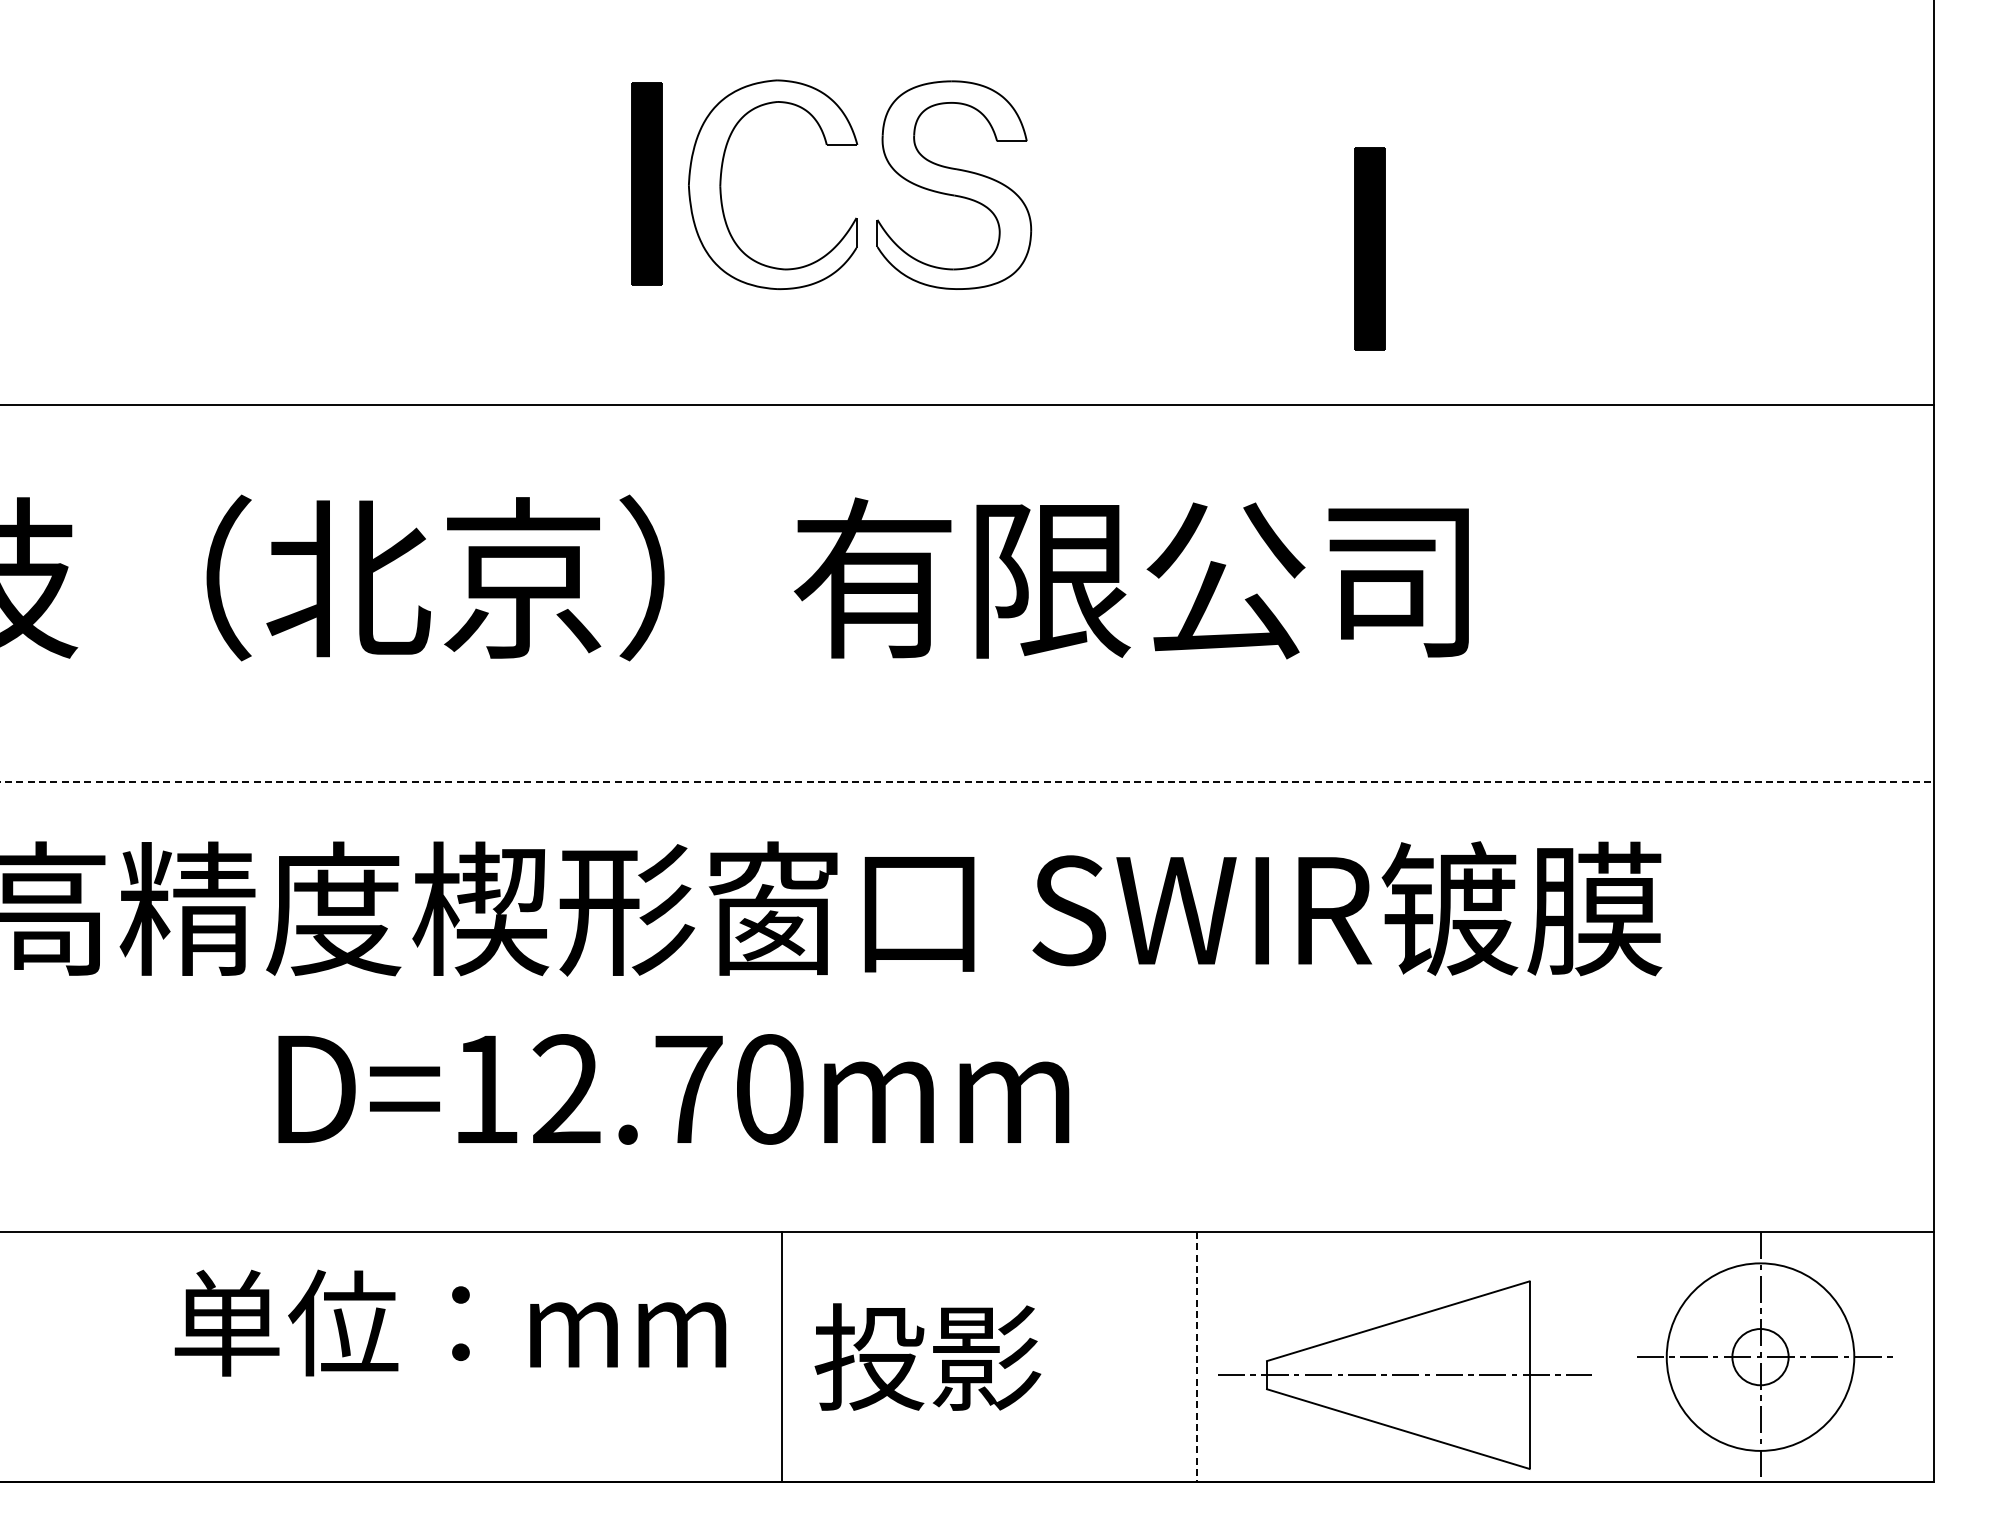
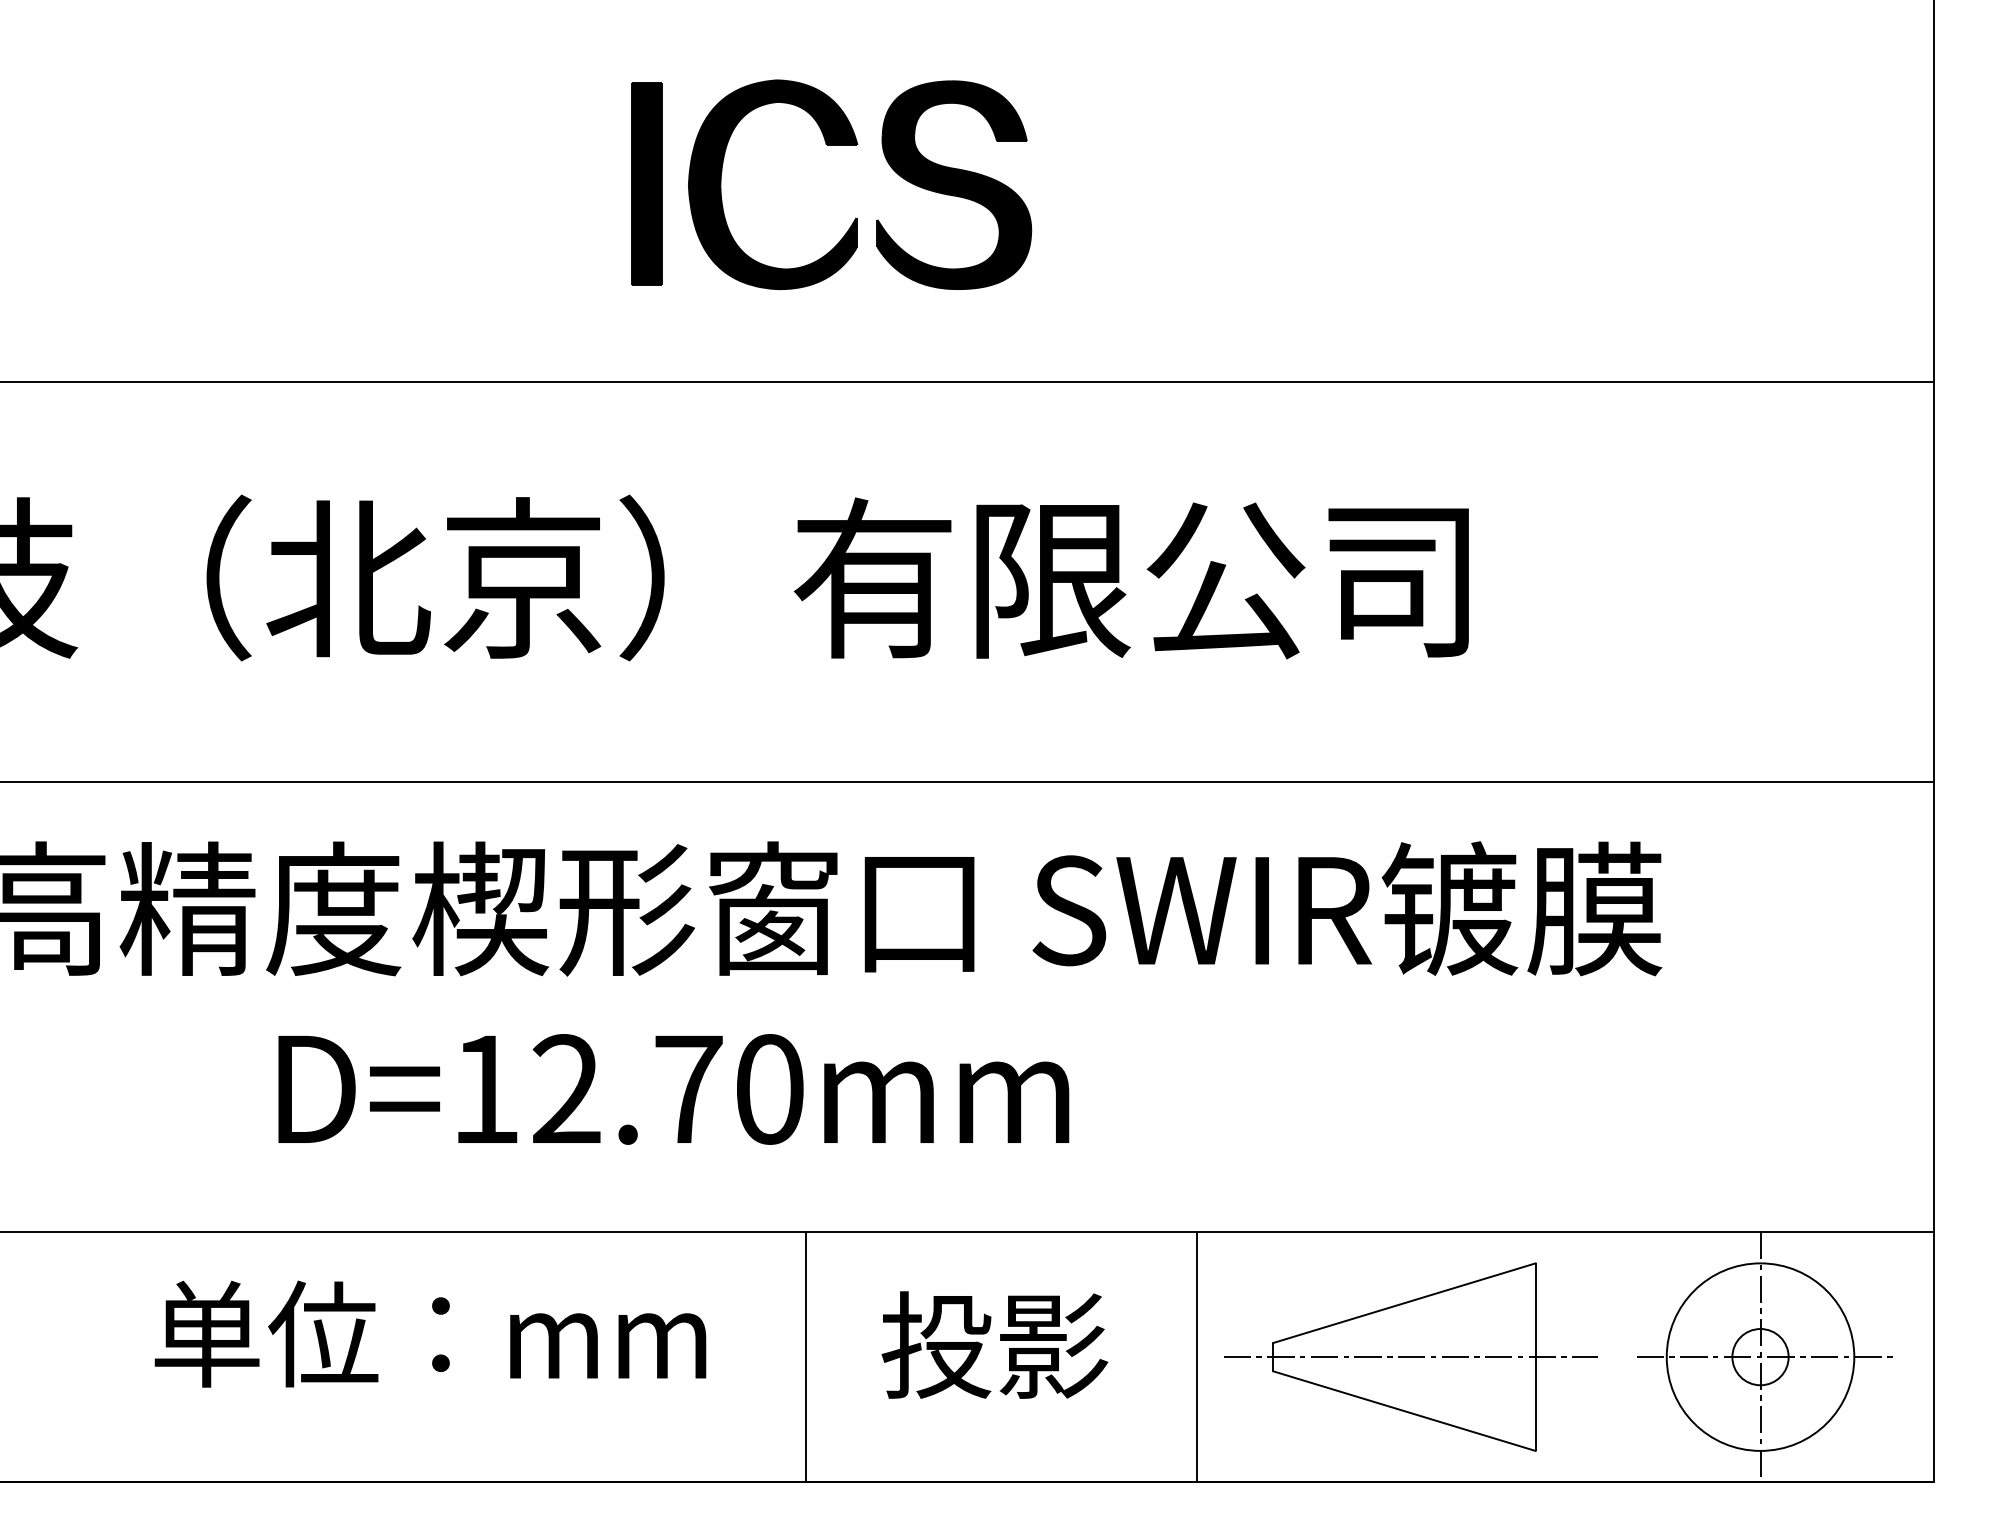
fill at (772, 184): none -> present
fill at (954, 185): none -> present
part at (1369, 248): present -> none
line at (968, 404) position: (968, 404) -> (968, 381)
line at (967, 782): dashed -> solid
text at (450, 1322) position: (450, 1322) -> (430, 1333)
line at (781, 1356) position: (781, 1356) -> (805, 1356)
text at (927, 1356) position: (927, 1356) -> (994, 1344)
line at (1197, 1357): dashed -> solid
part at (1404, 1374) position: (1404, 1374) -> (1410, 1356)
